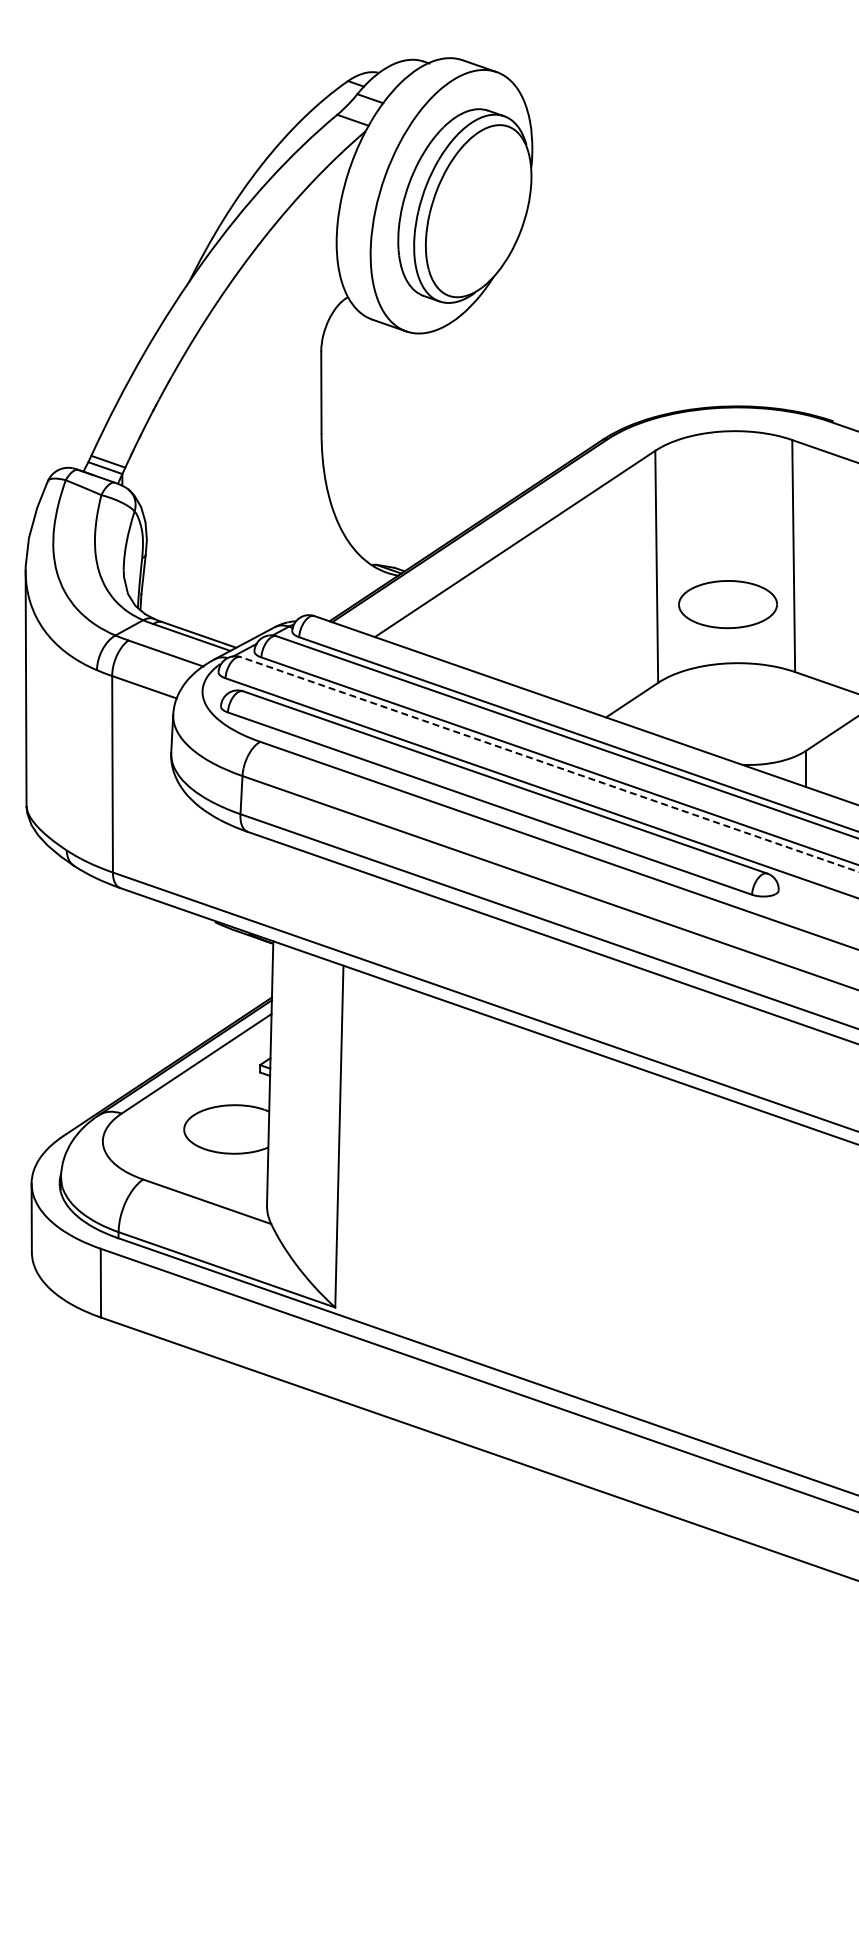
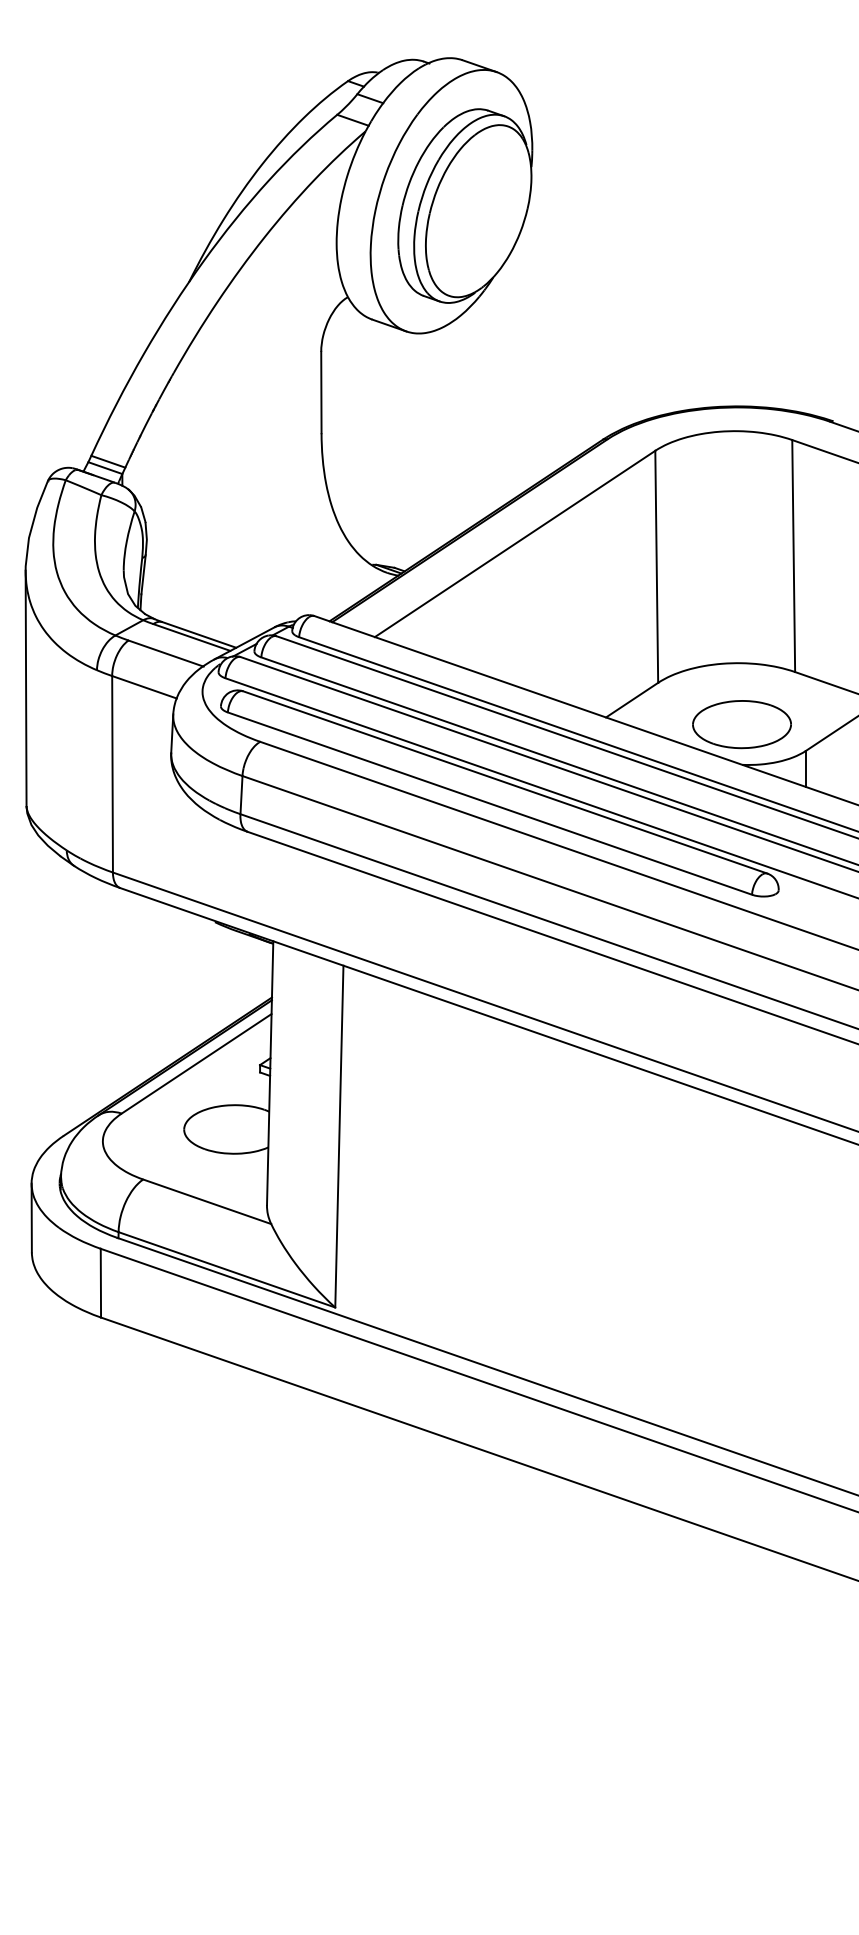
part at (727, 604) position: (727, 604) -> (741, 724)
line at (549, 764): dashed -> solid
